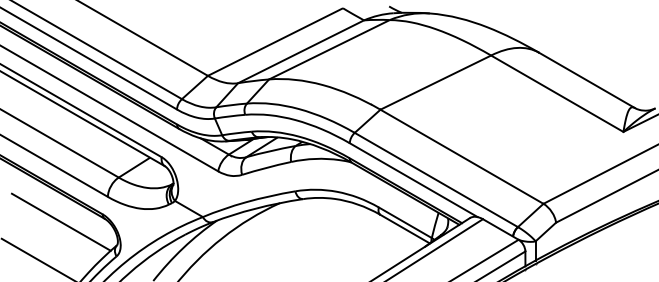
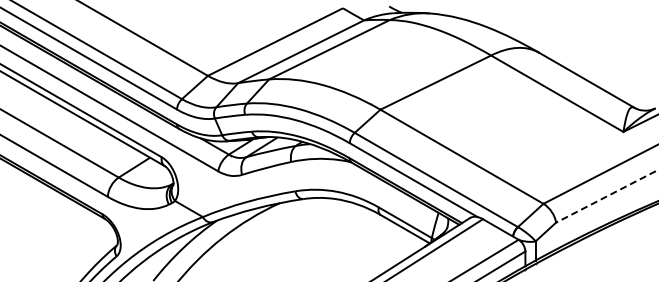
line at (607, 196): solid -> dashed
line at (60, 221): present -> none
line at (36, 258): present -> none
